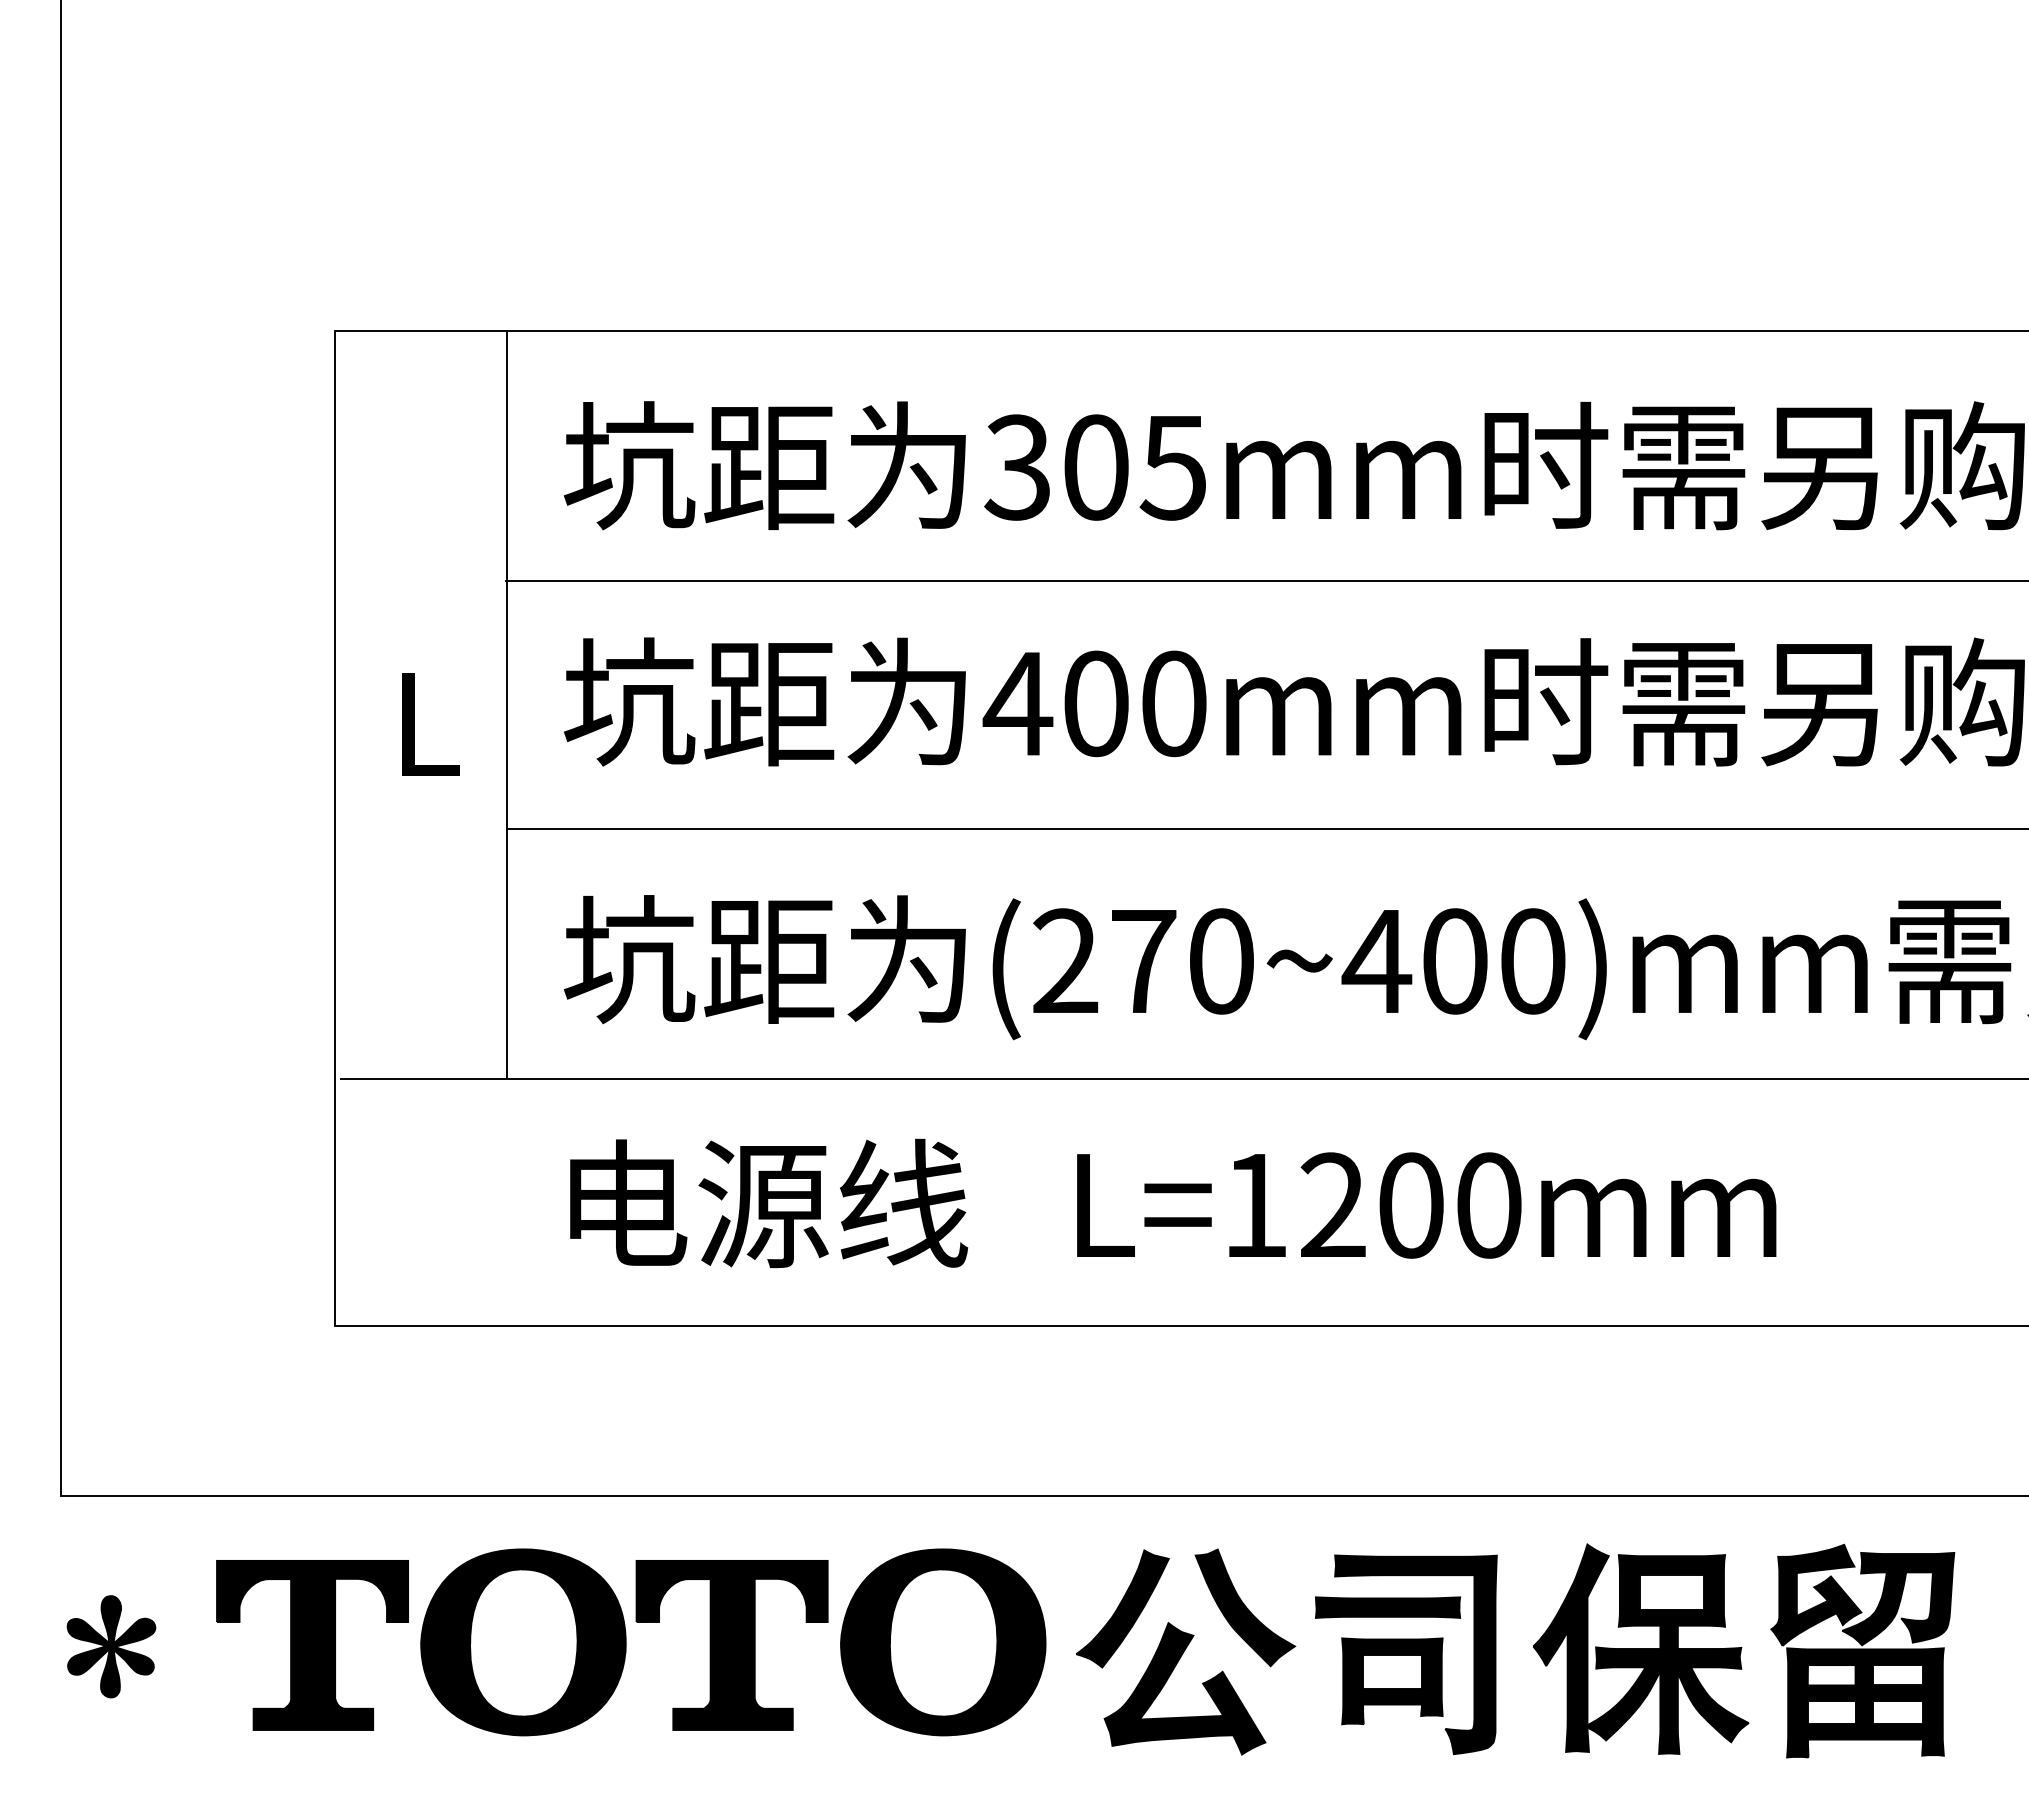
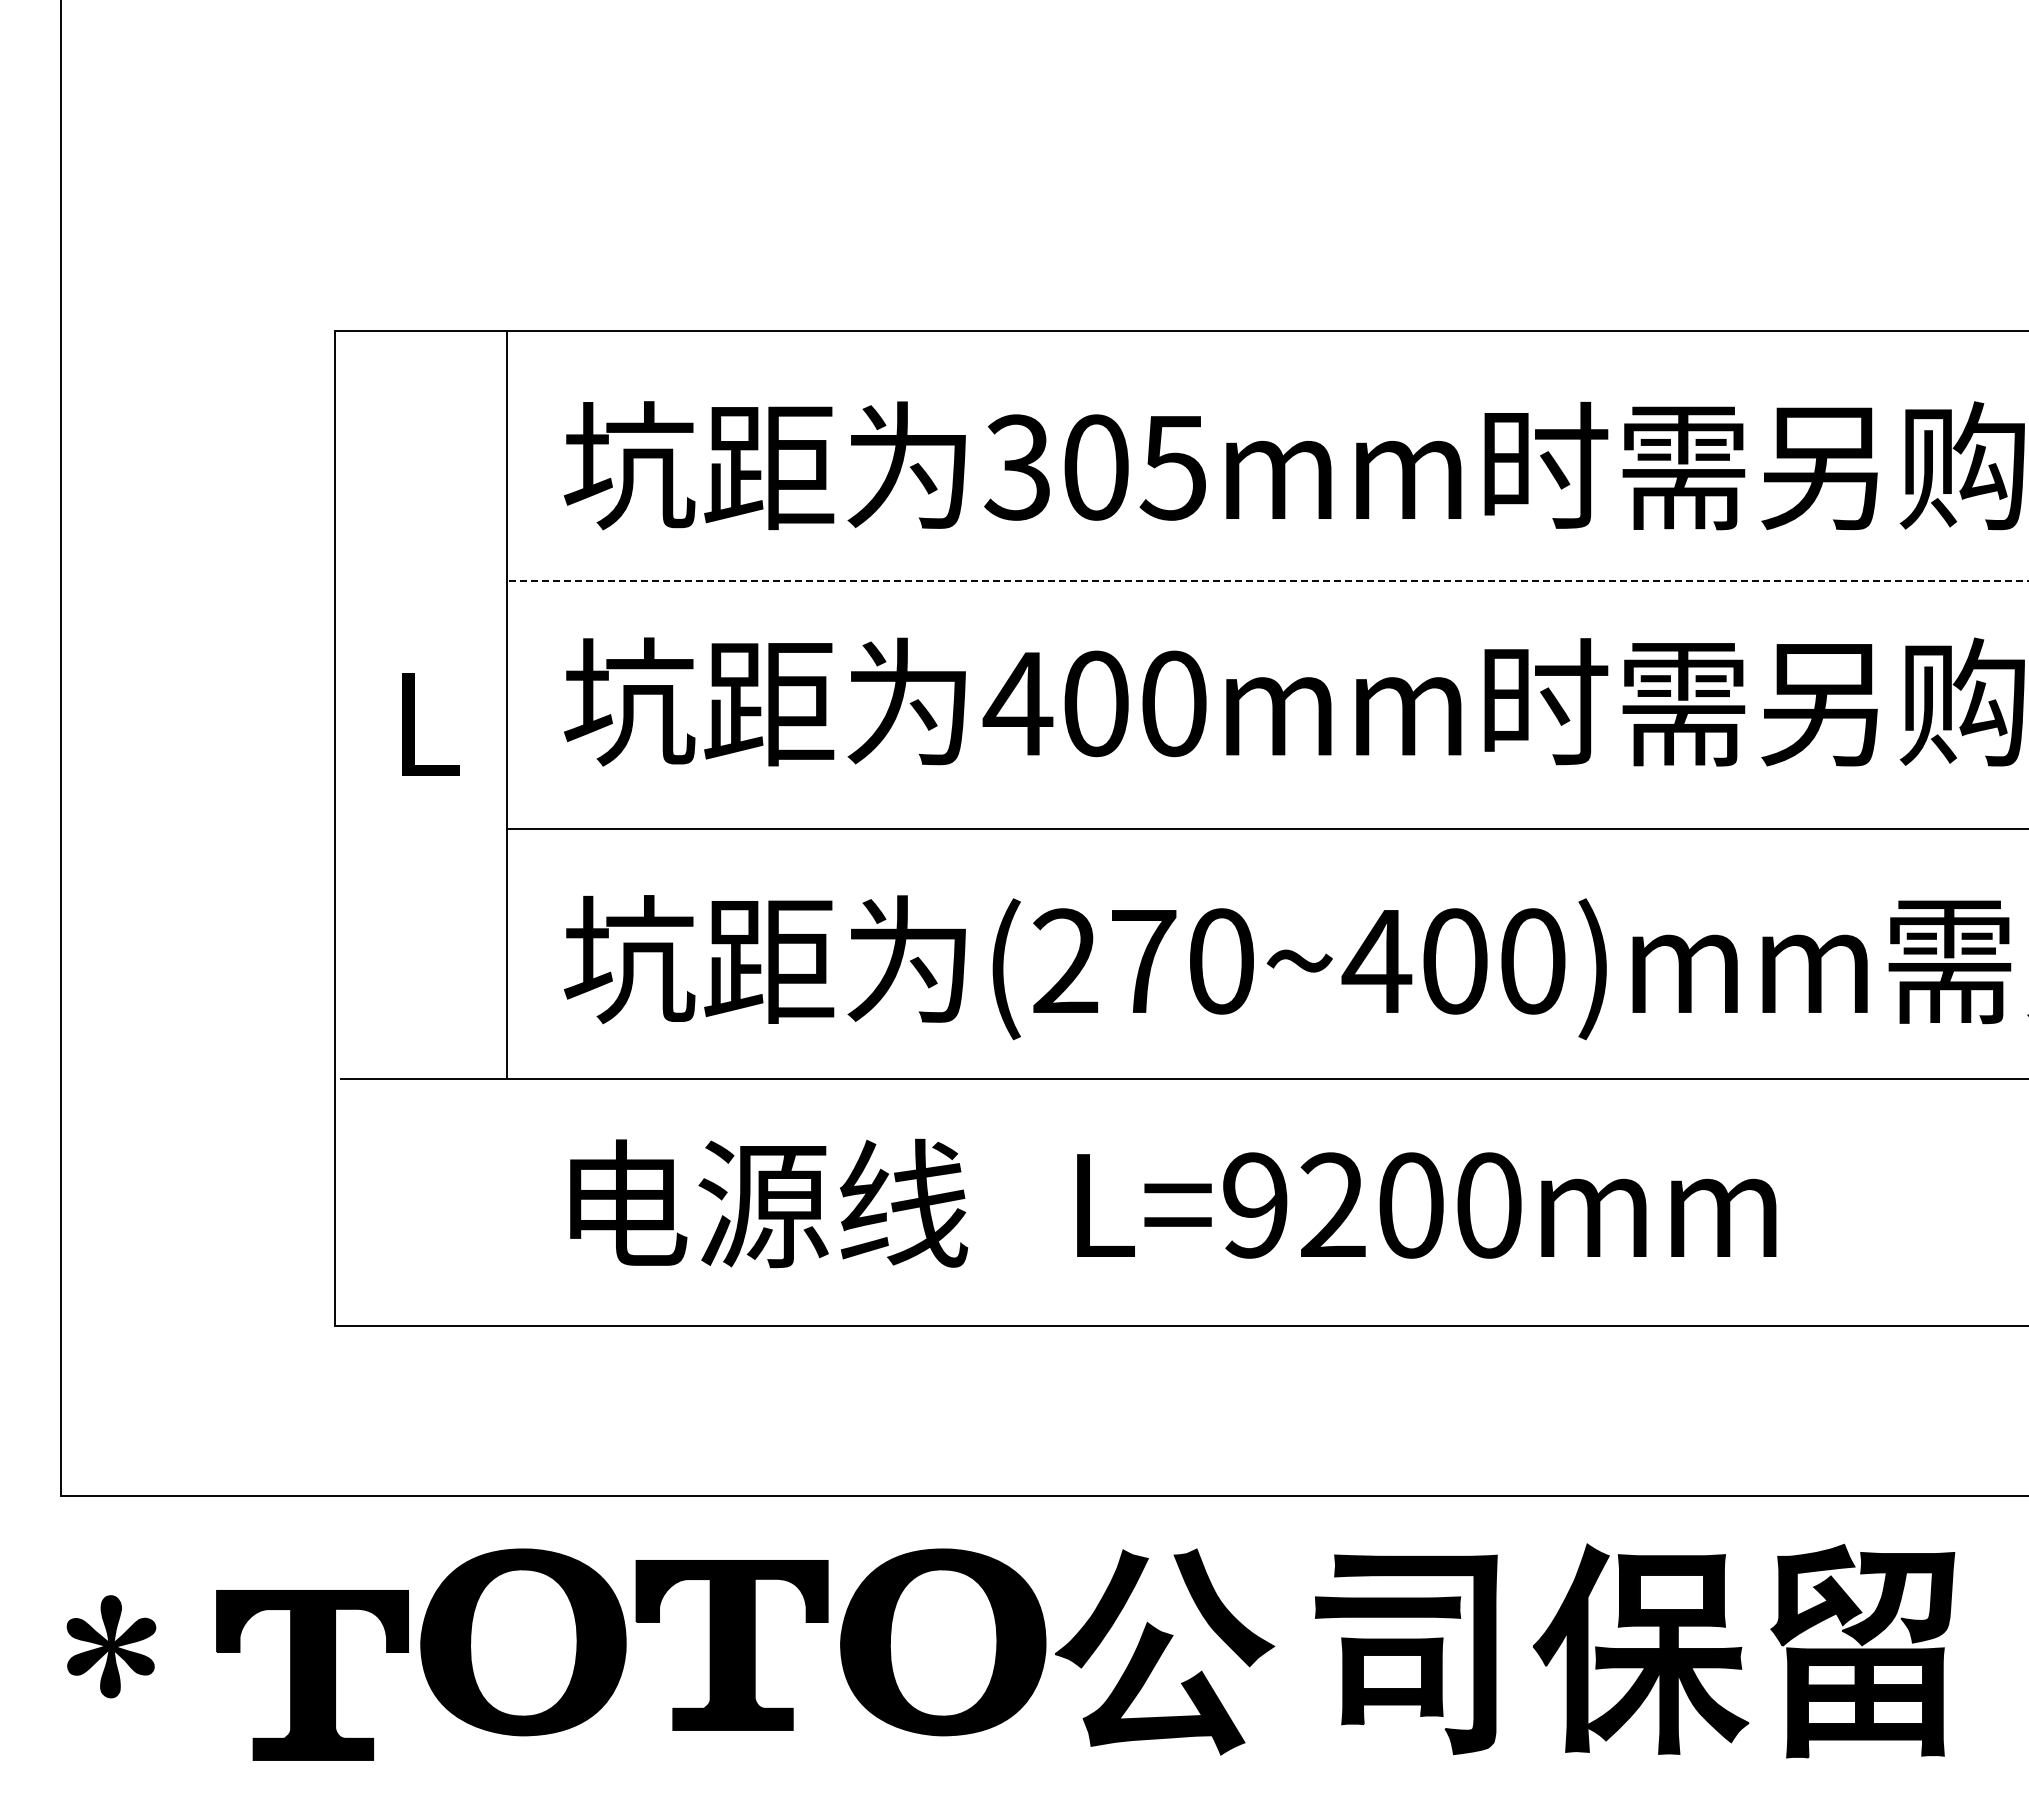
line at (1266, 581): solid -> dashed
text at (1255, 1205): L=1200mm -> L=9200mm
part at (312, 1645) position: (312, 1645) -> (312, 1675)
part at (1186, 1651) position: (1186, 1651) -> (1165, 1651)
